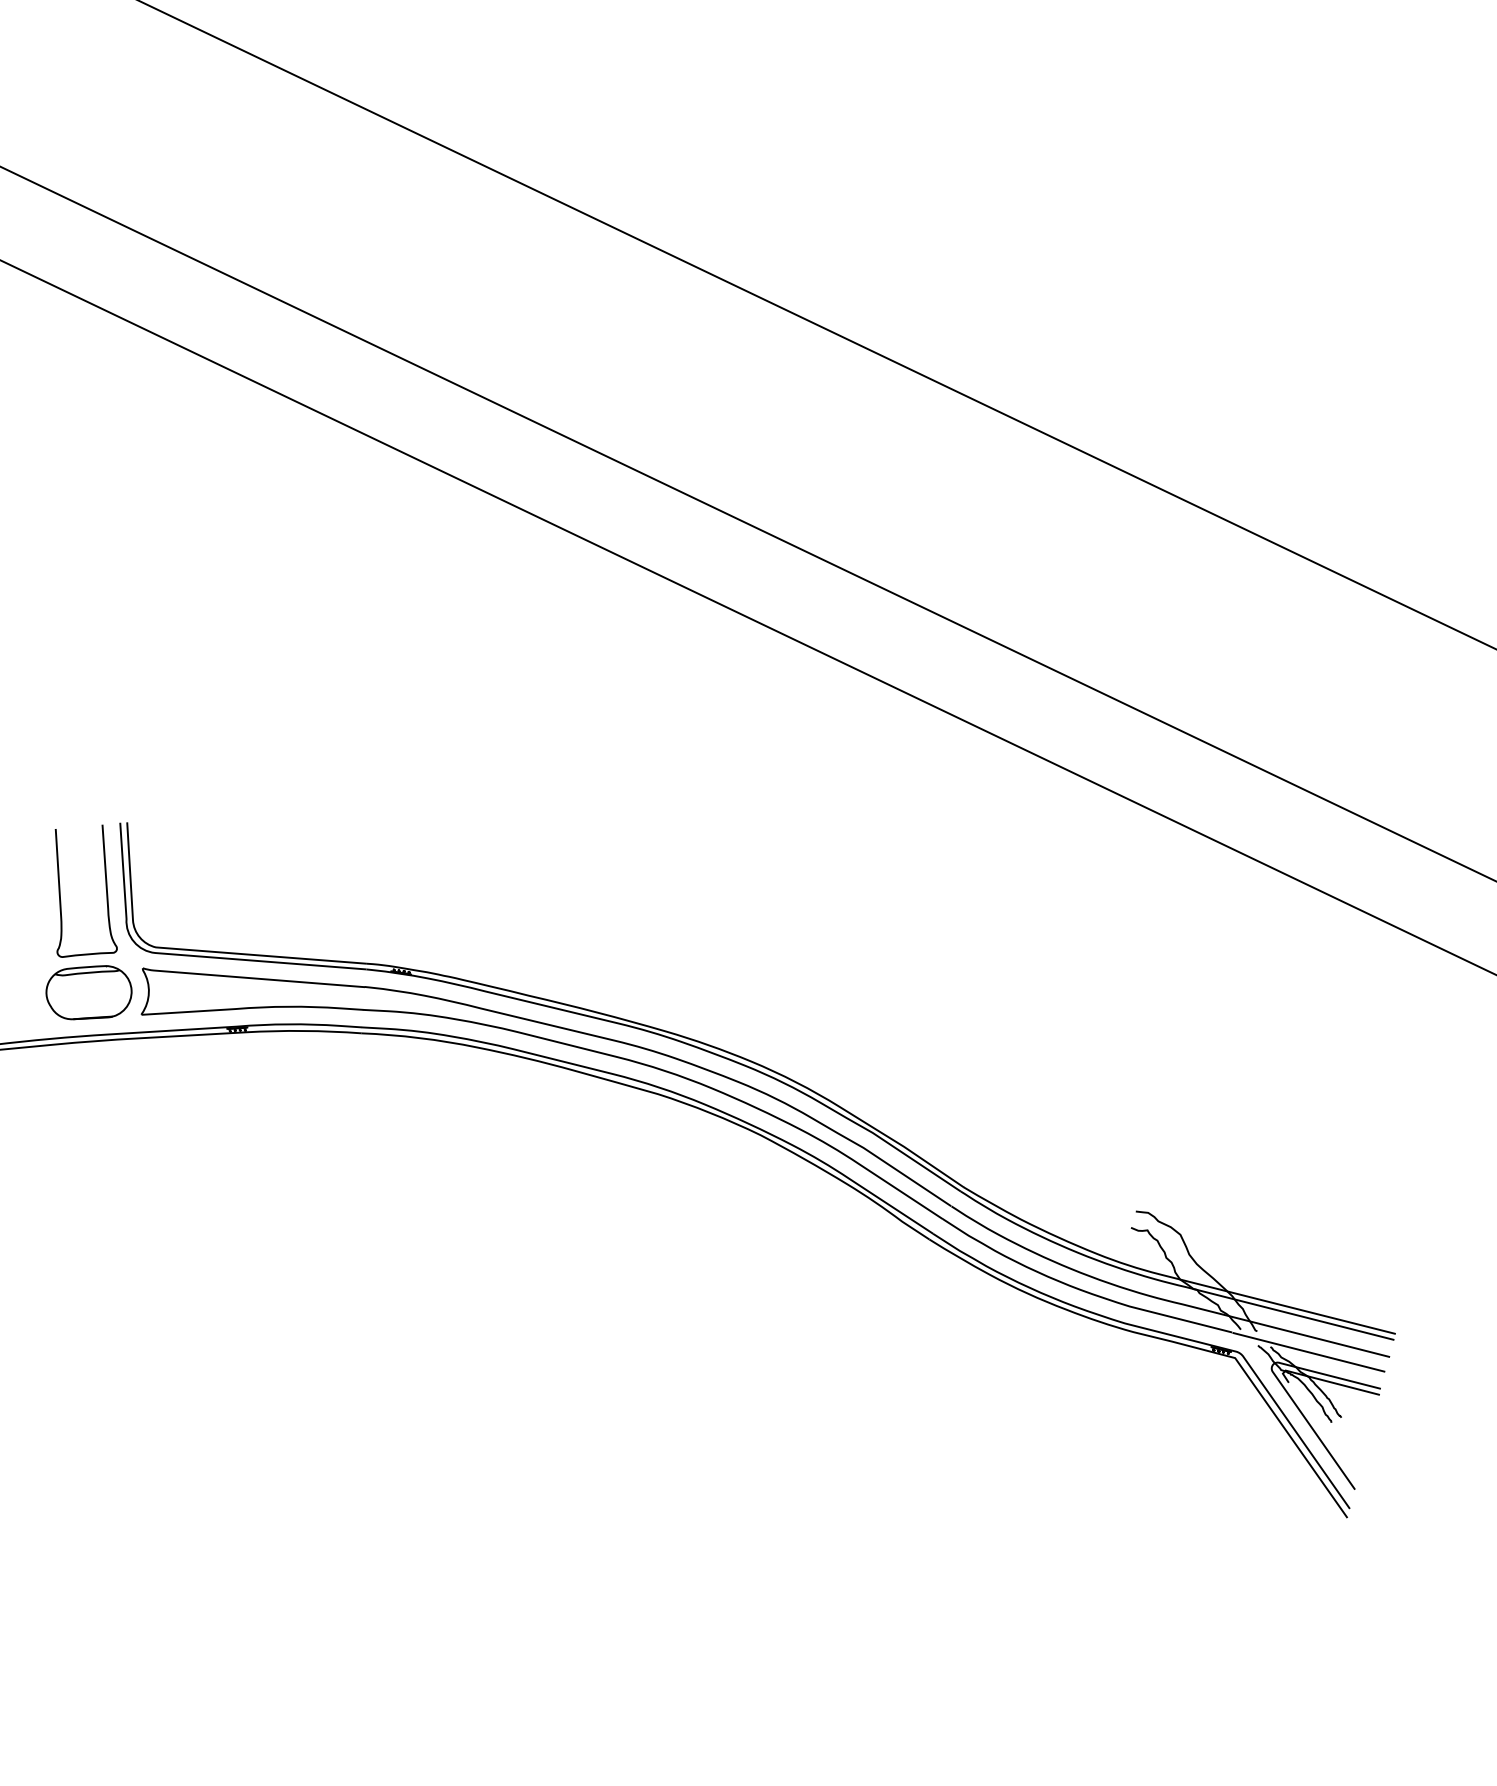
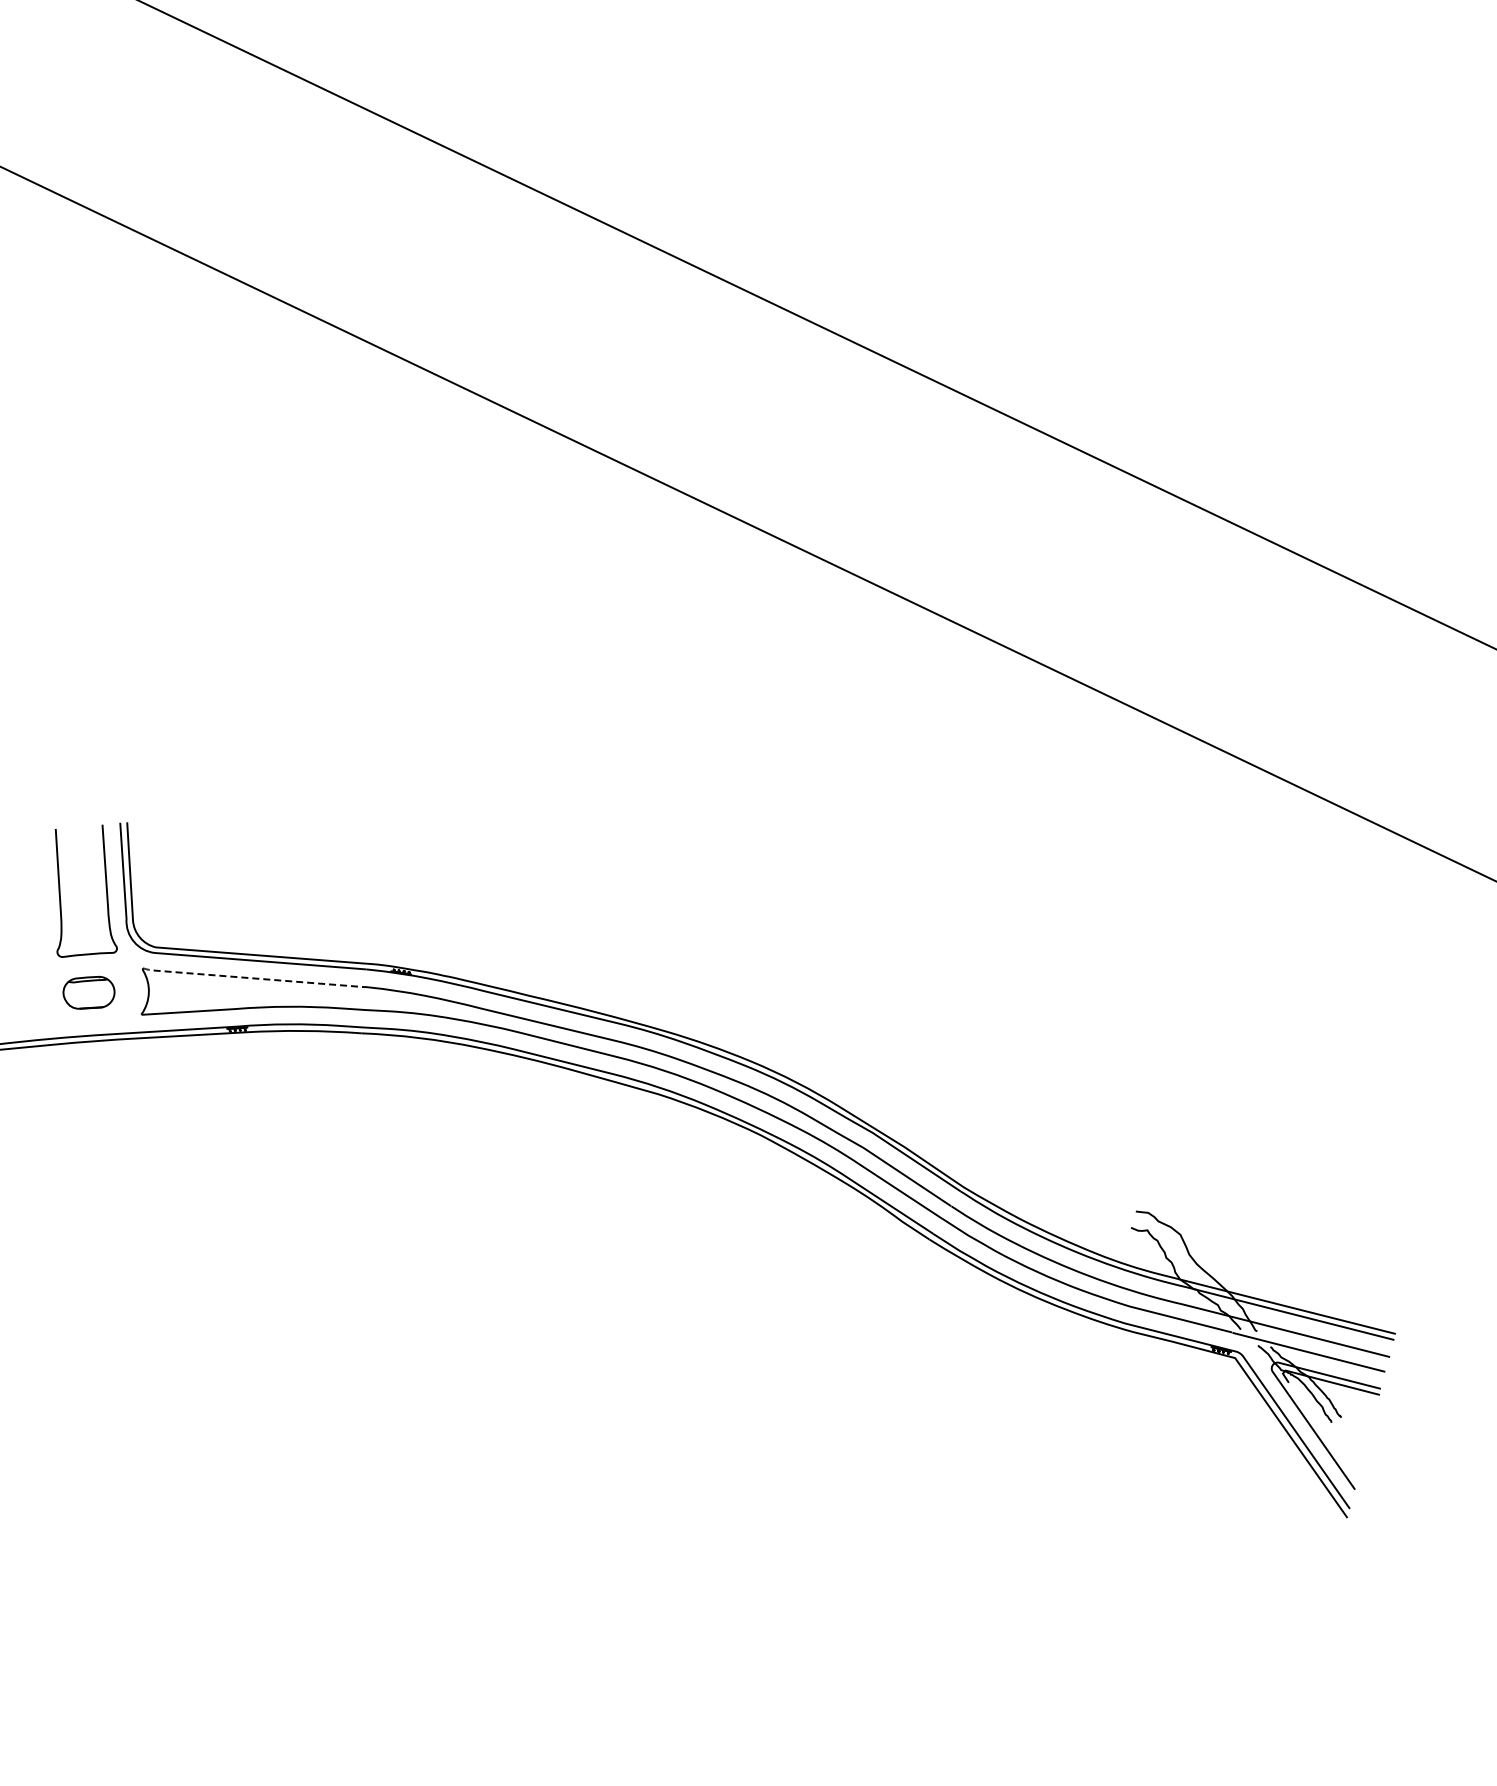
line at (747, 617): present -> none
line at (251, 978): solid -> dashed
part at (88, 992) size: 88x56 px -> 54x34 px
